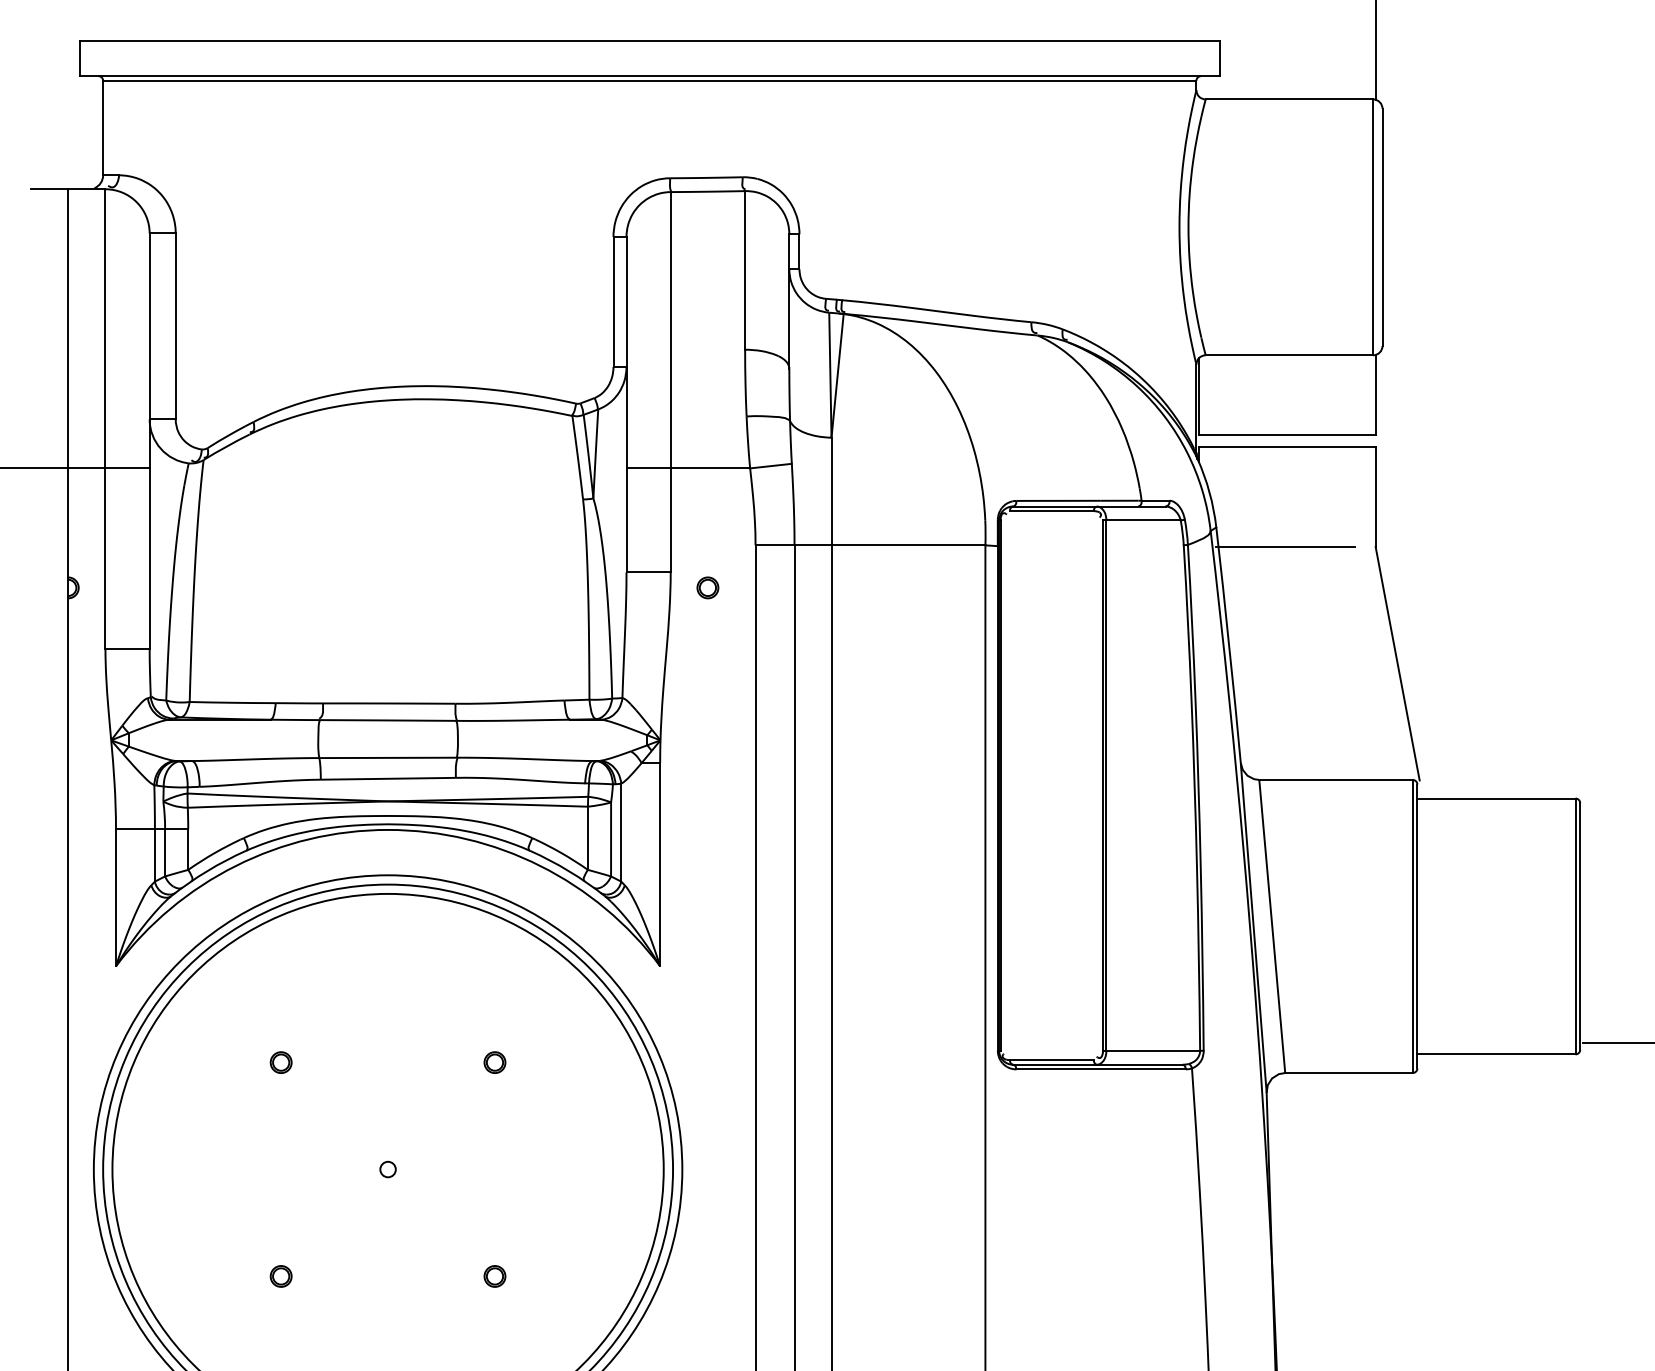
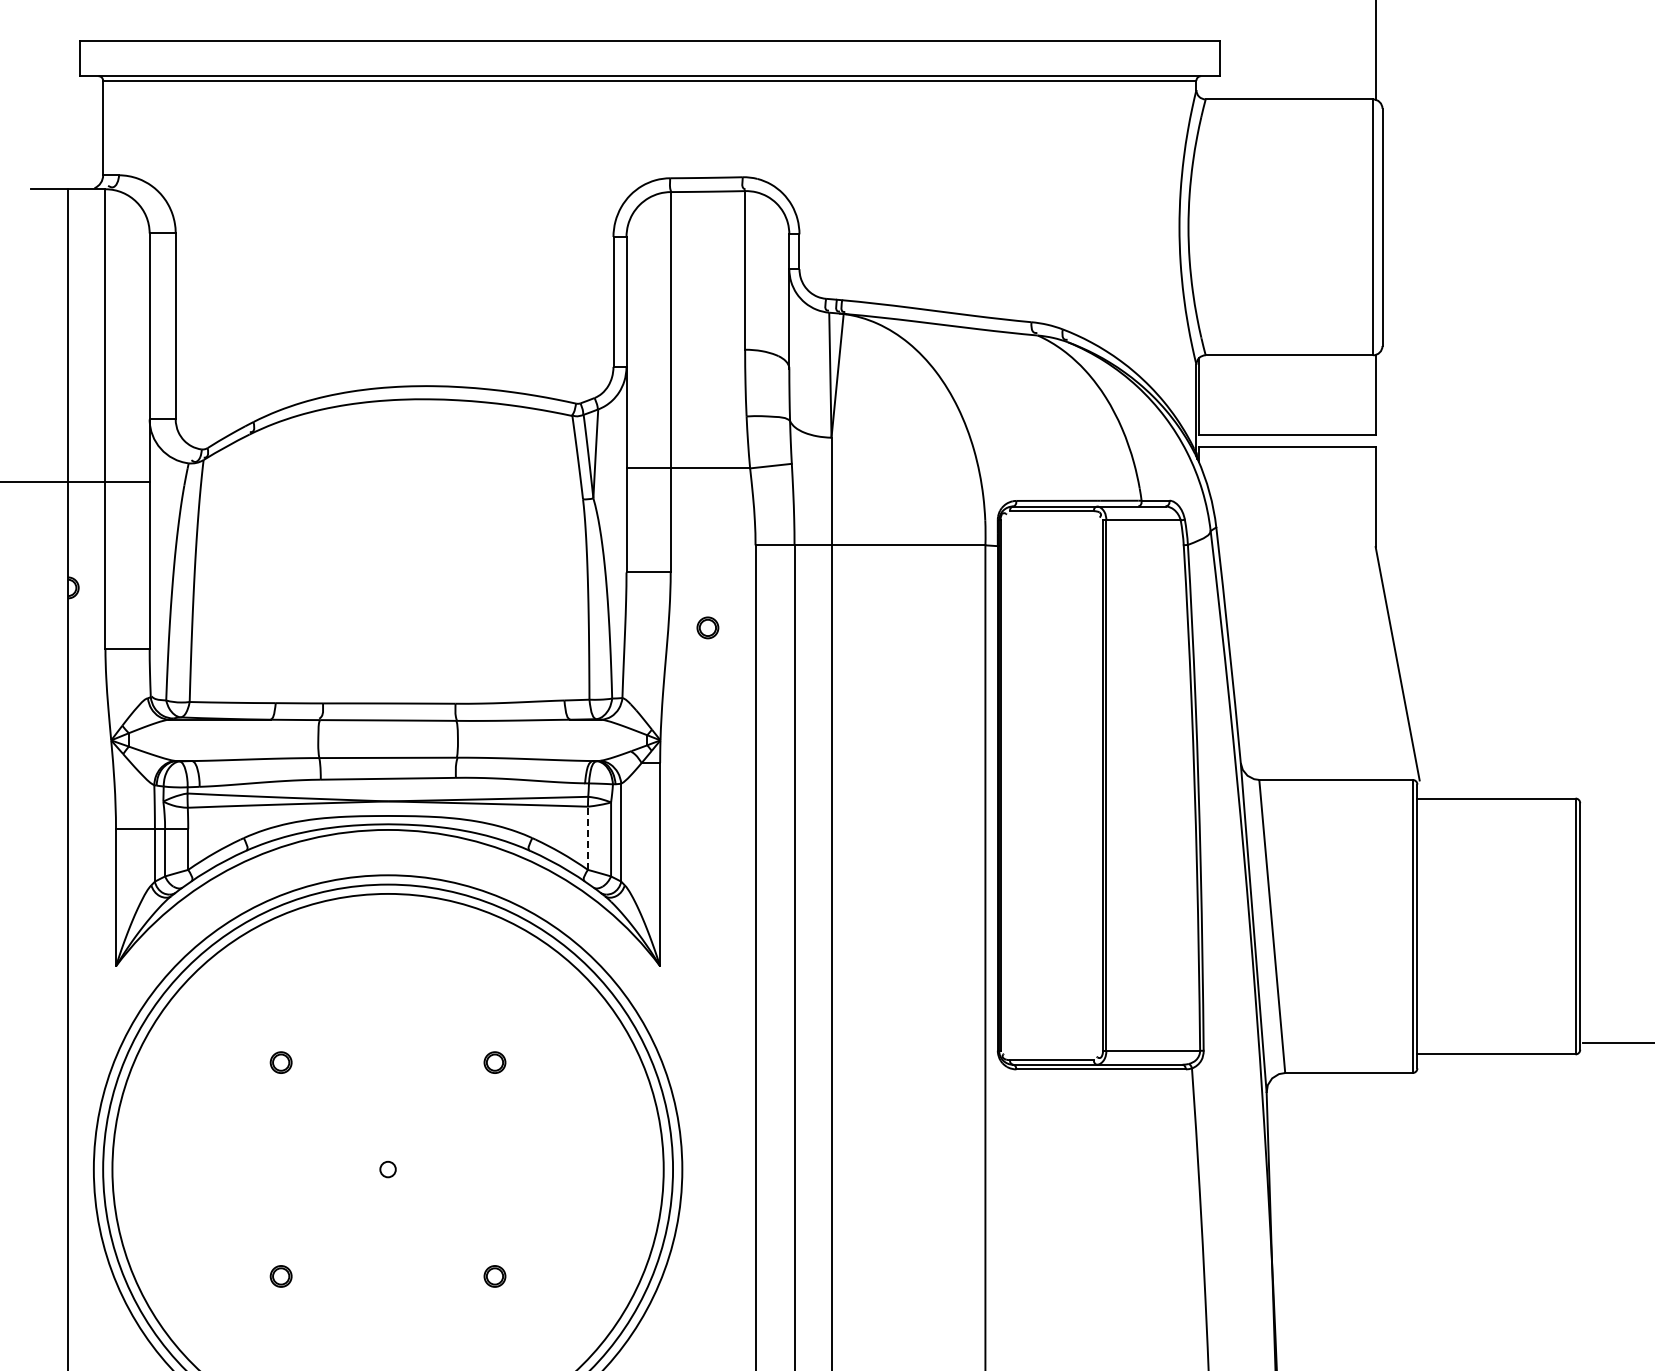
line at (75, 468) position: (75, 468) -> (75, 482)
line at (1284, 547): present -> none
part at (707, 587) position: (707, 587) -> (707, 627)
line at (587, 838): solid -> dashed
